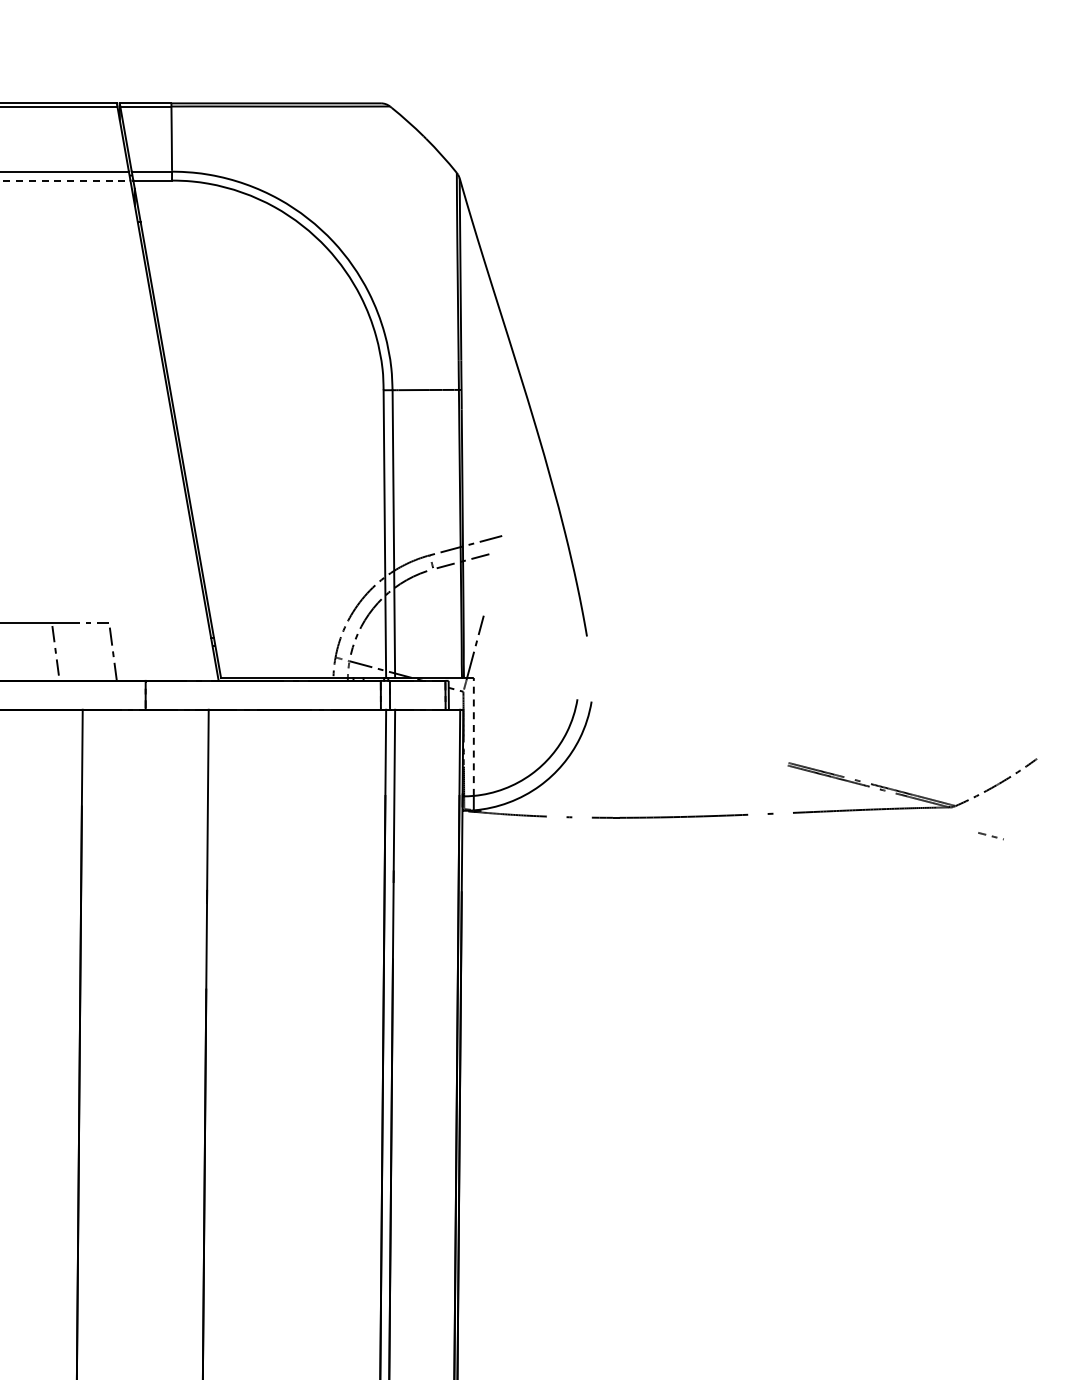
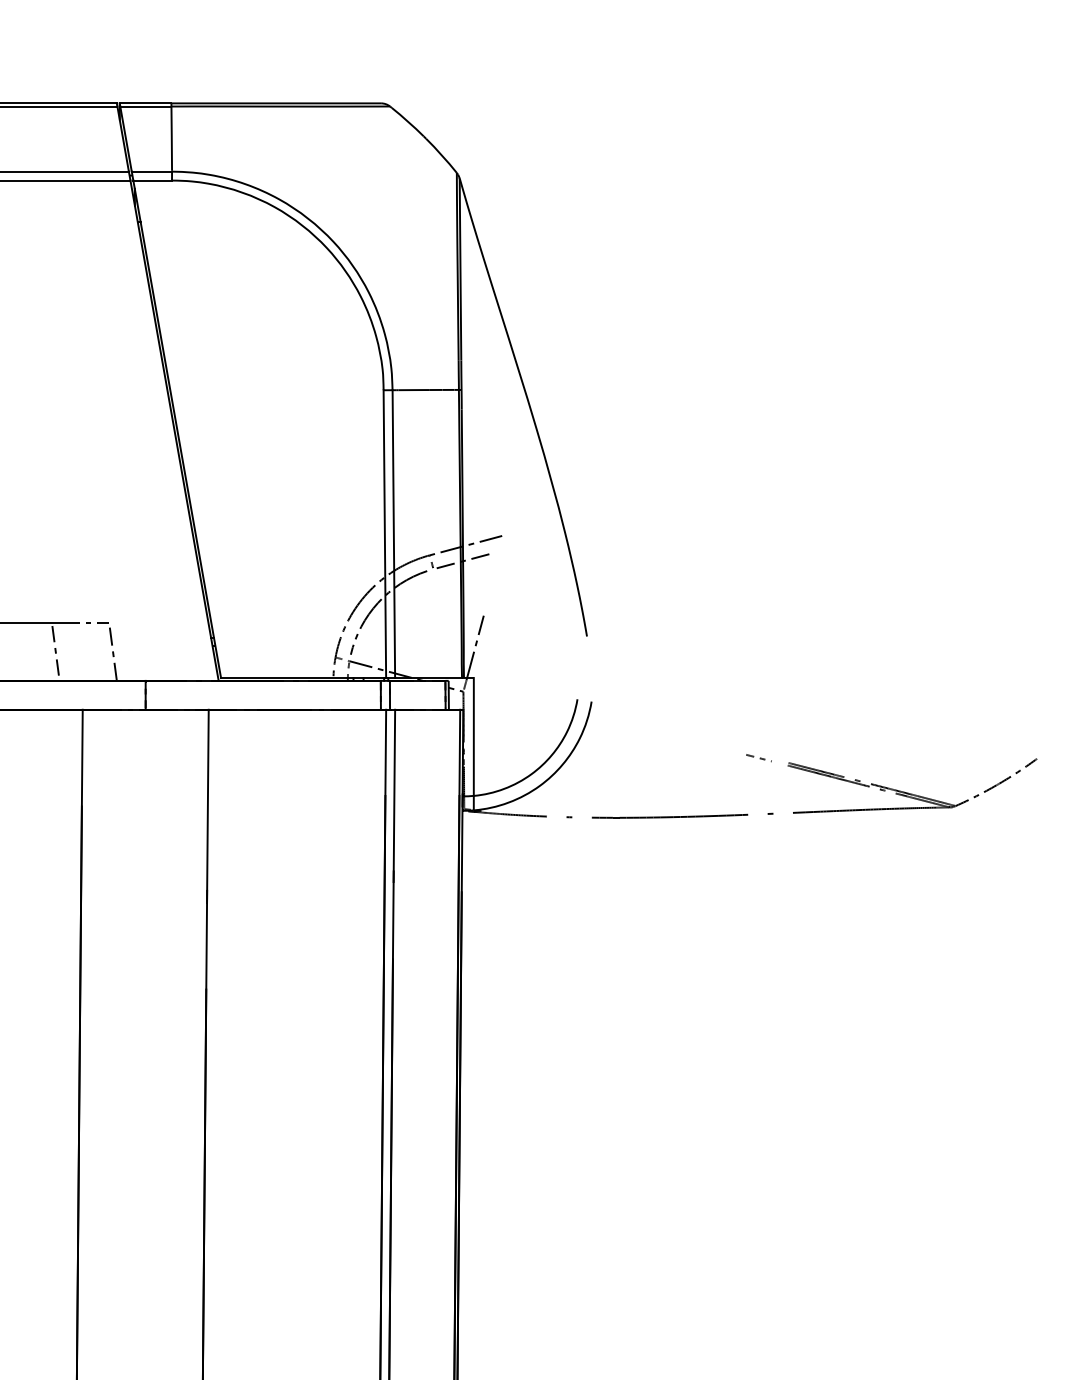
line at (65, 180): dashed -> solid
line at (473, 736): dashed -> solid
curve at (991, 836) position: (991, 836) -> (759, 758)
